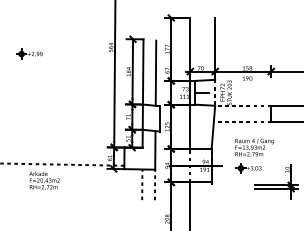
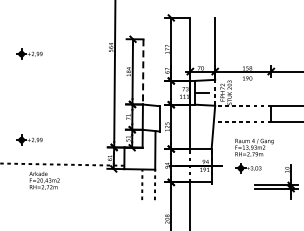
line at (143, 71): solid -> dashed
line at (155, 72): present -> none
part at (29, 139): none -> present
